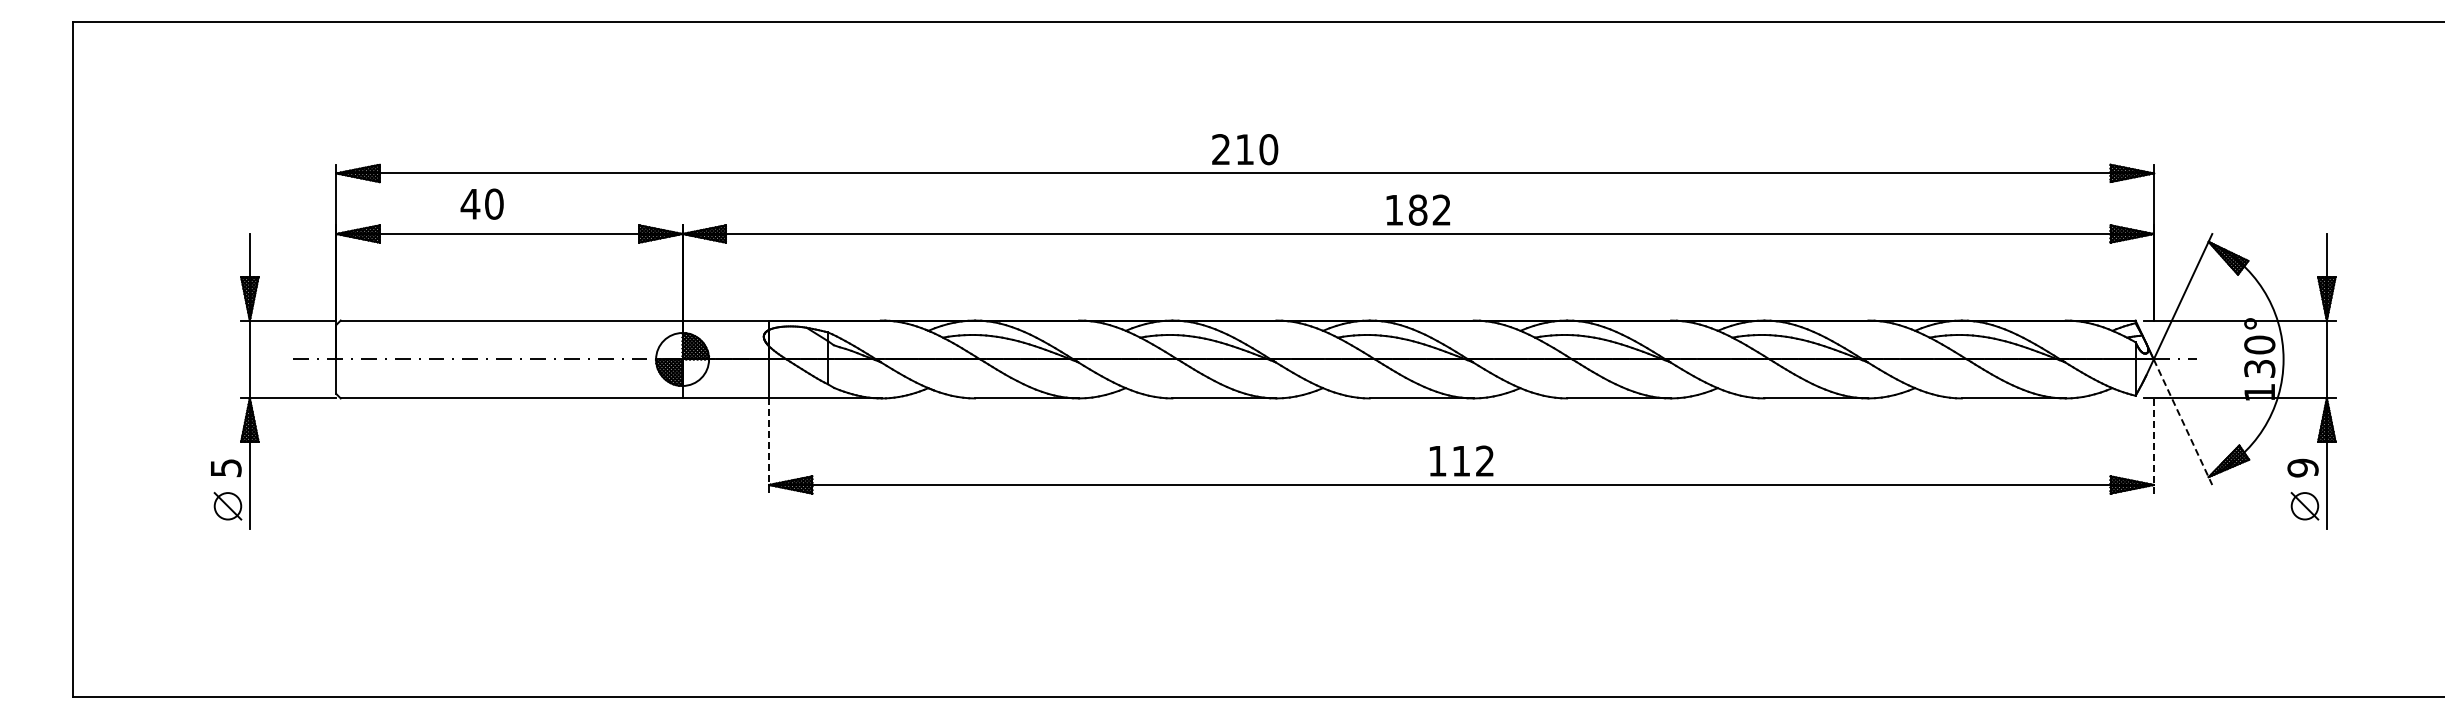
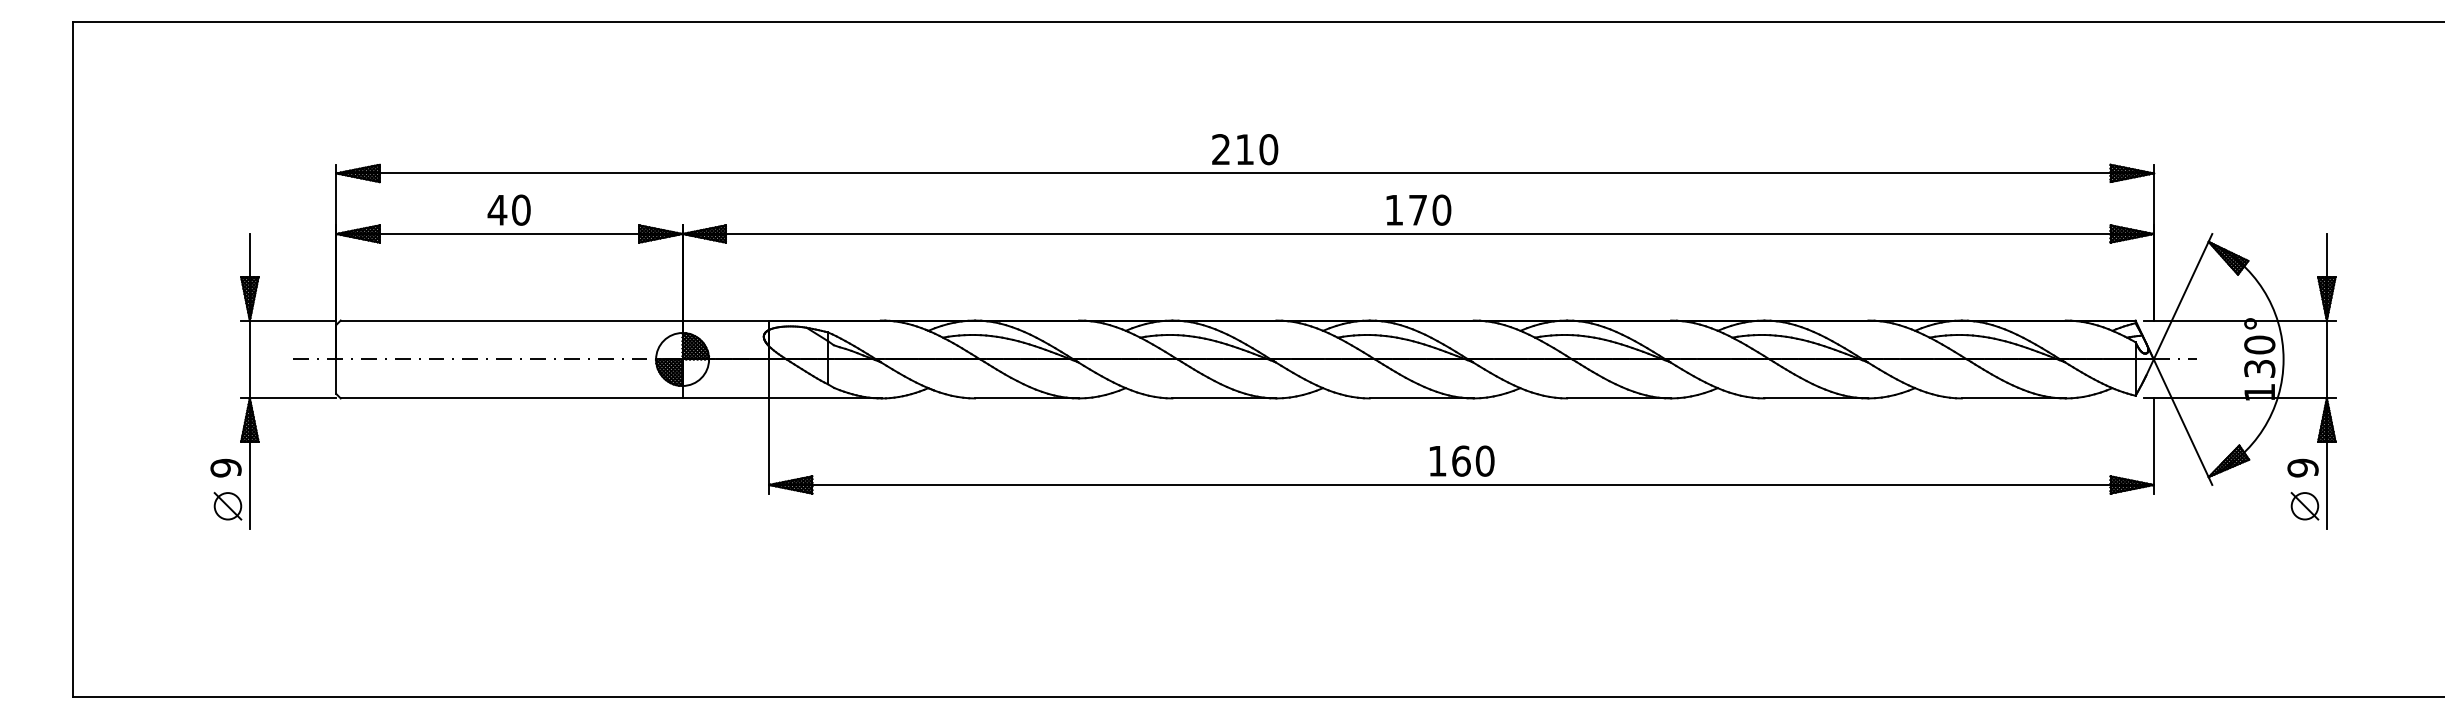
text at (481, 203) position: (481, 203) -> (508, 209)
text at (1429, 209): 182 -> 170
line at (2183, 422): dashed -> solid
line at (769, 446): dashed -> solid
line at (2153, 446): dashed -> solid
text at (1473, 460): 112 -> 160
text at (225, 467): 5 -> 9
